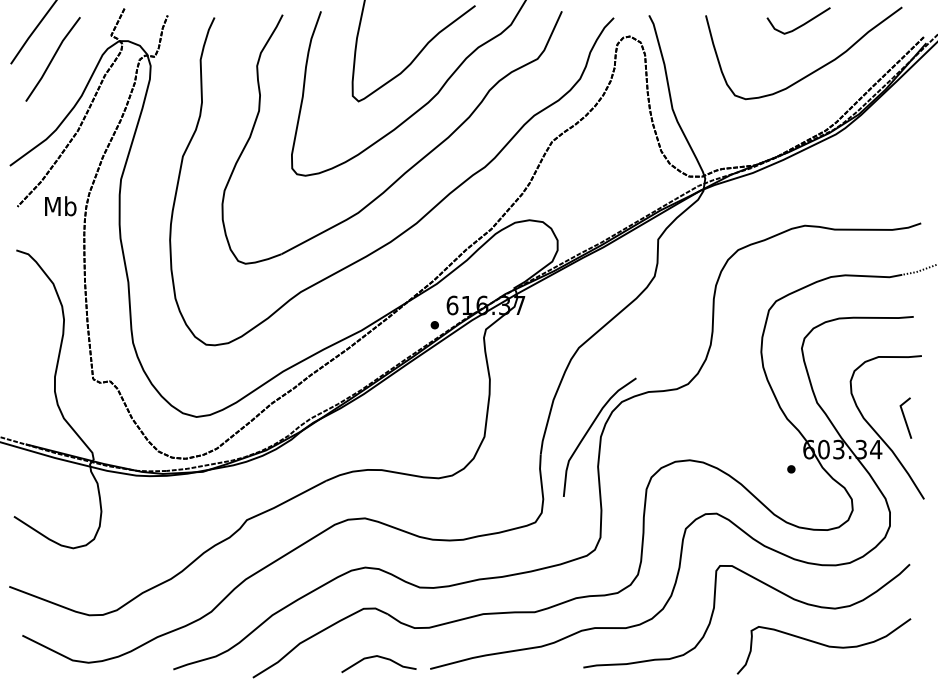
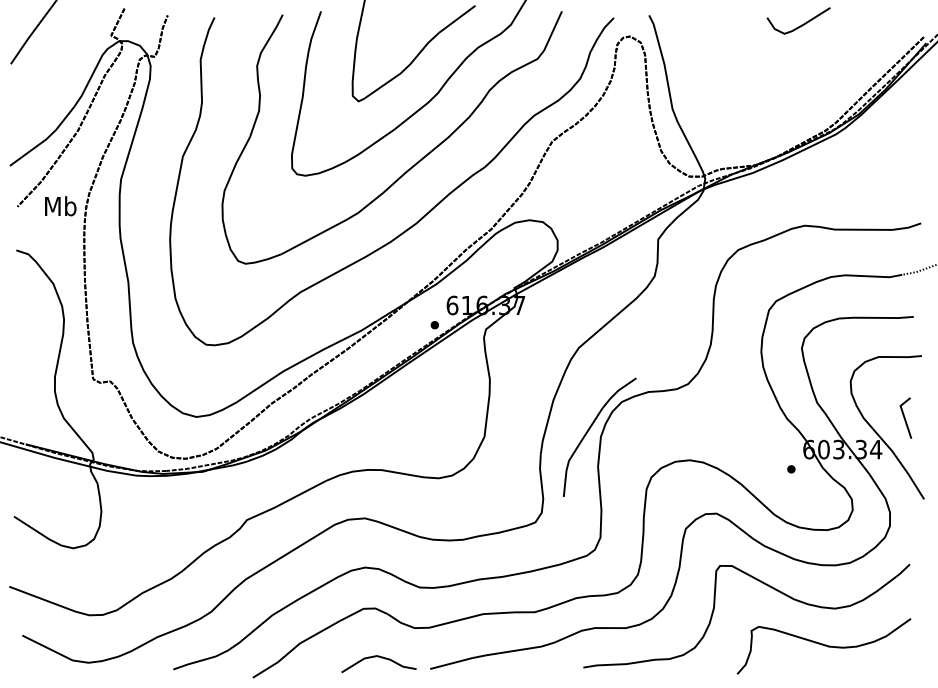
line at (52, 59): present -> none
curve at (812, 71): present -> none
